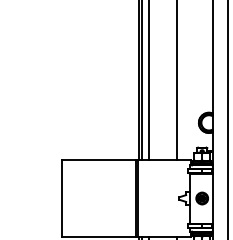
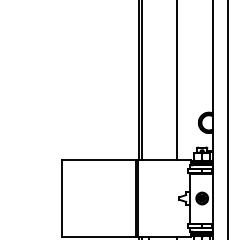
line at (148, 81): present -> none
